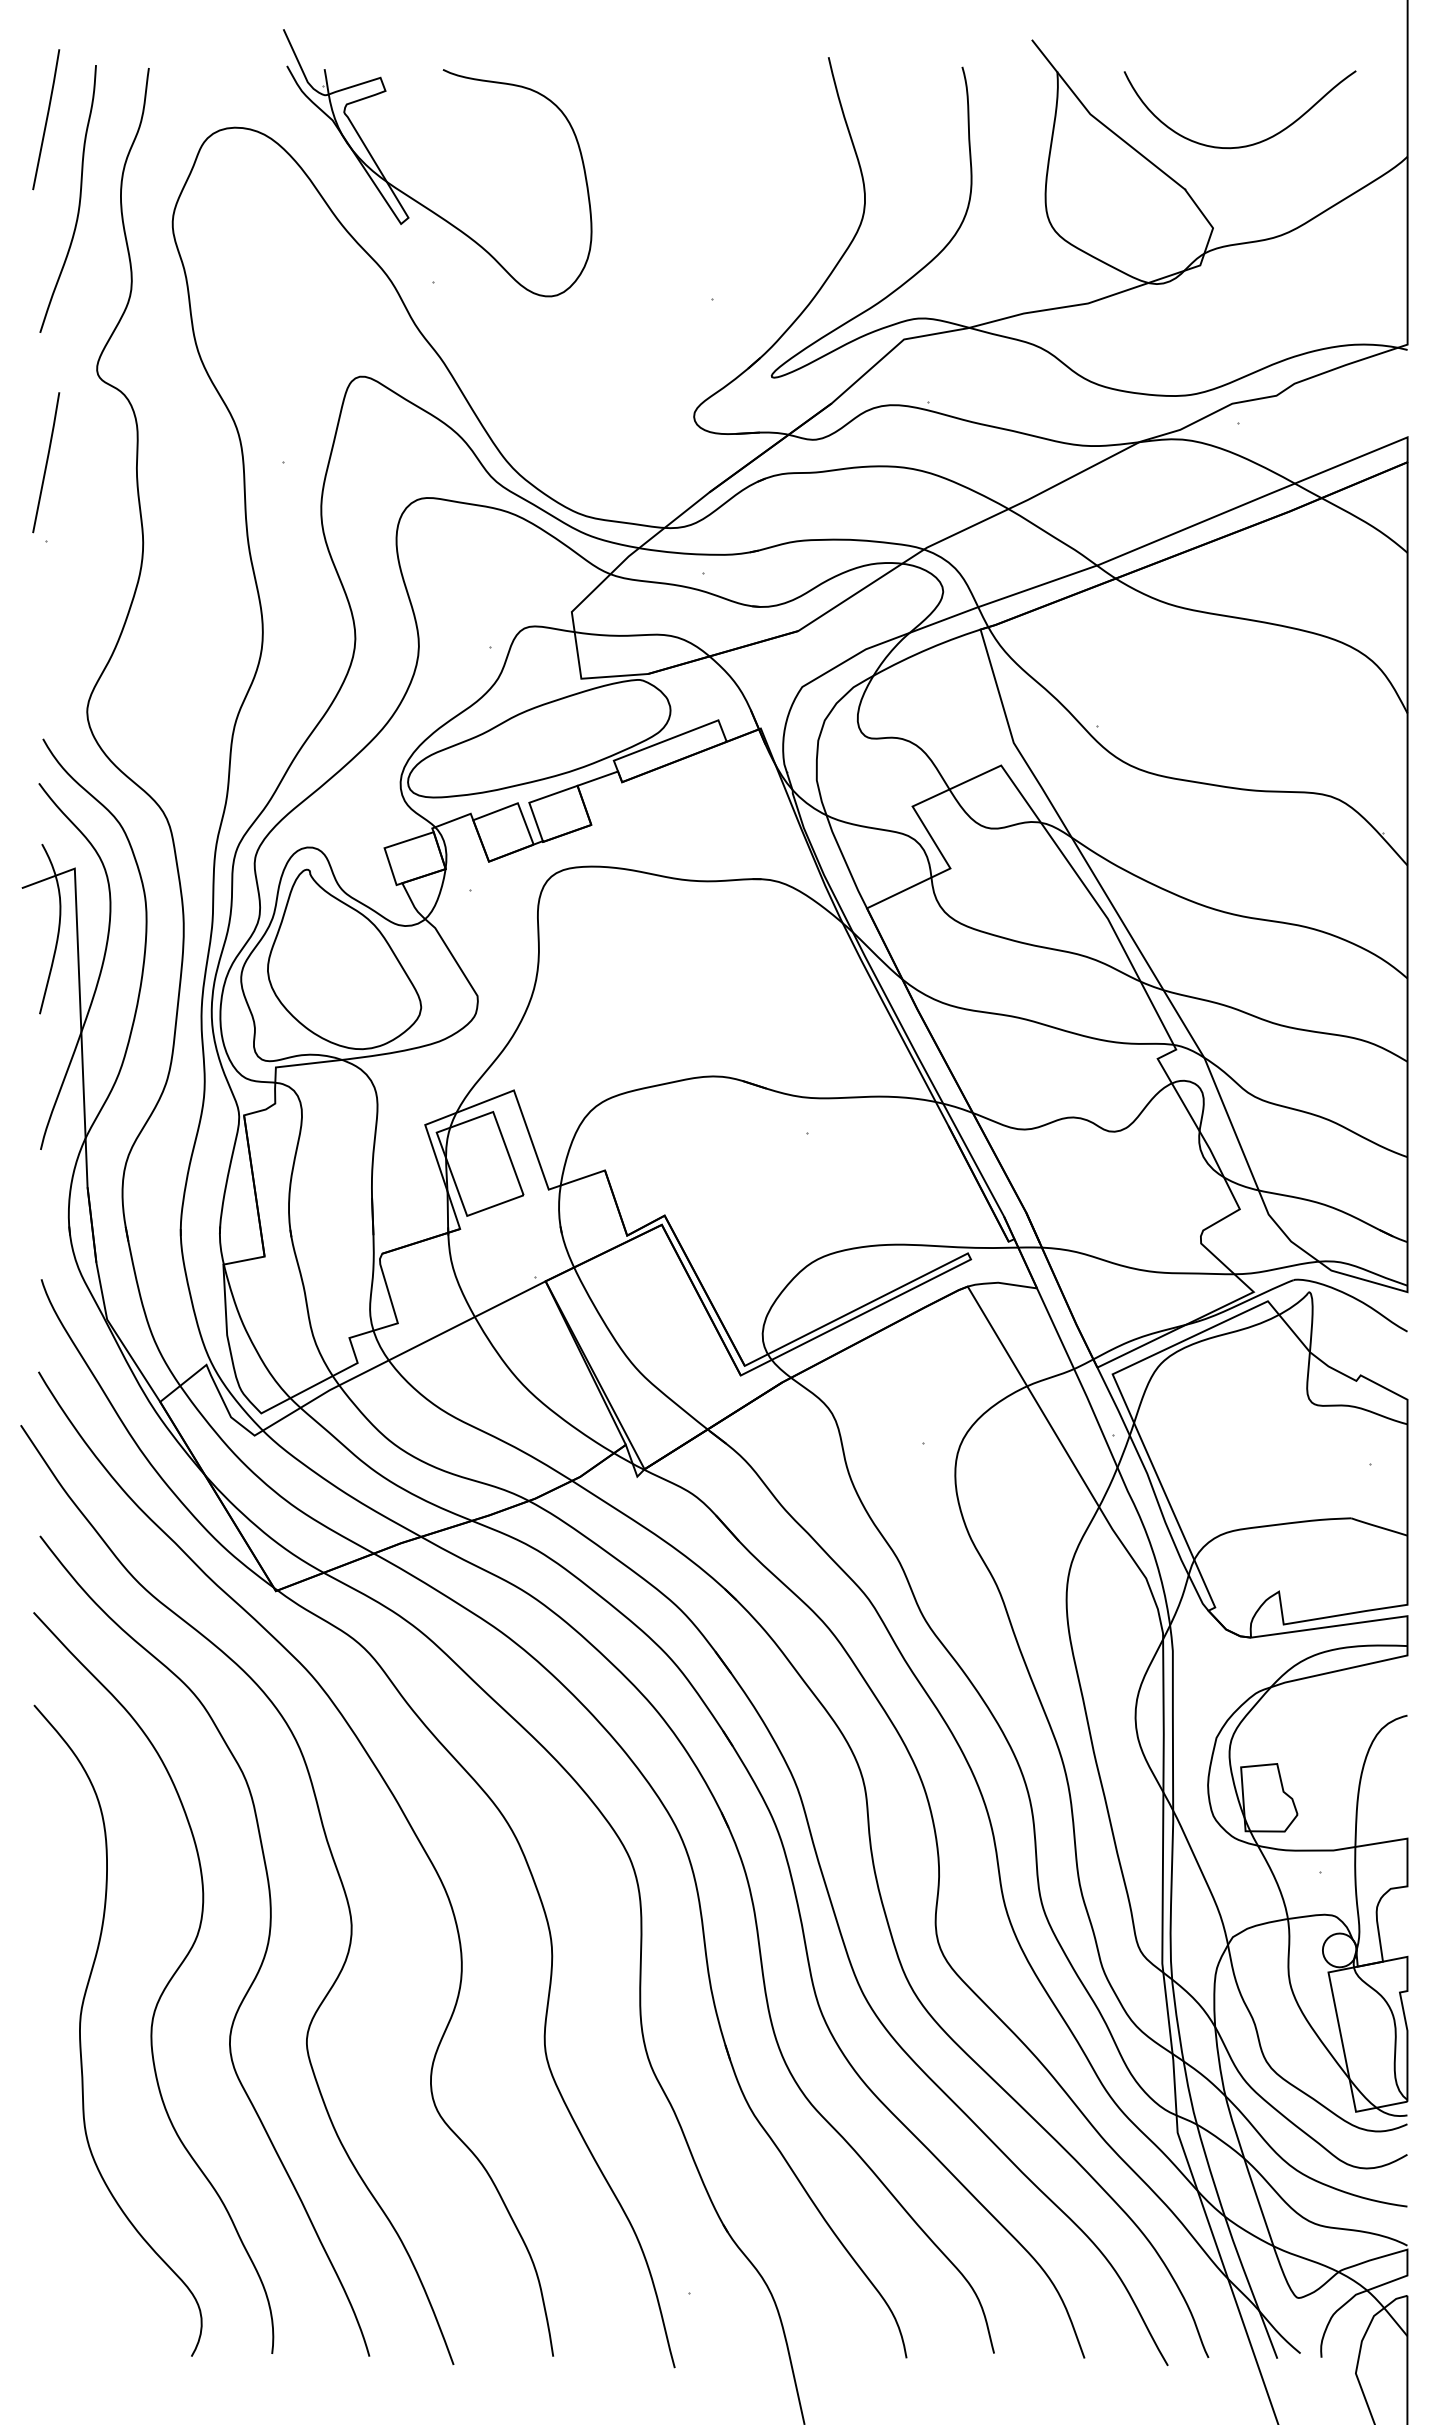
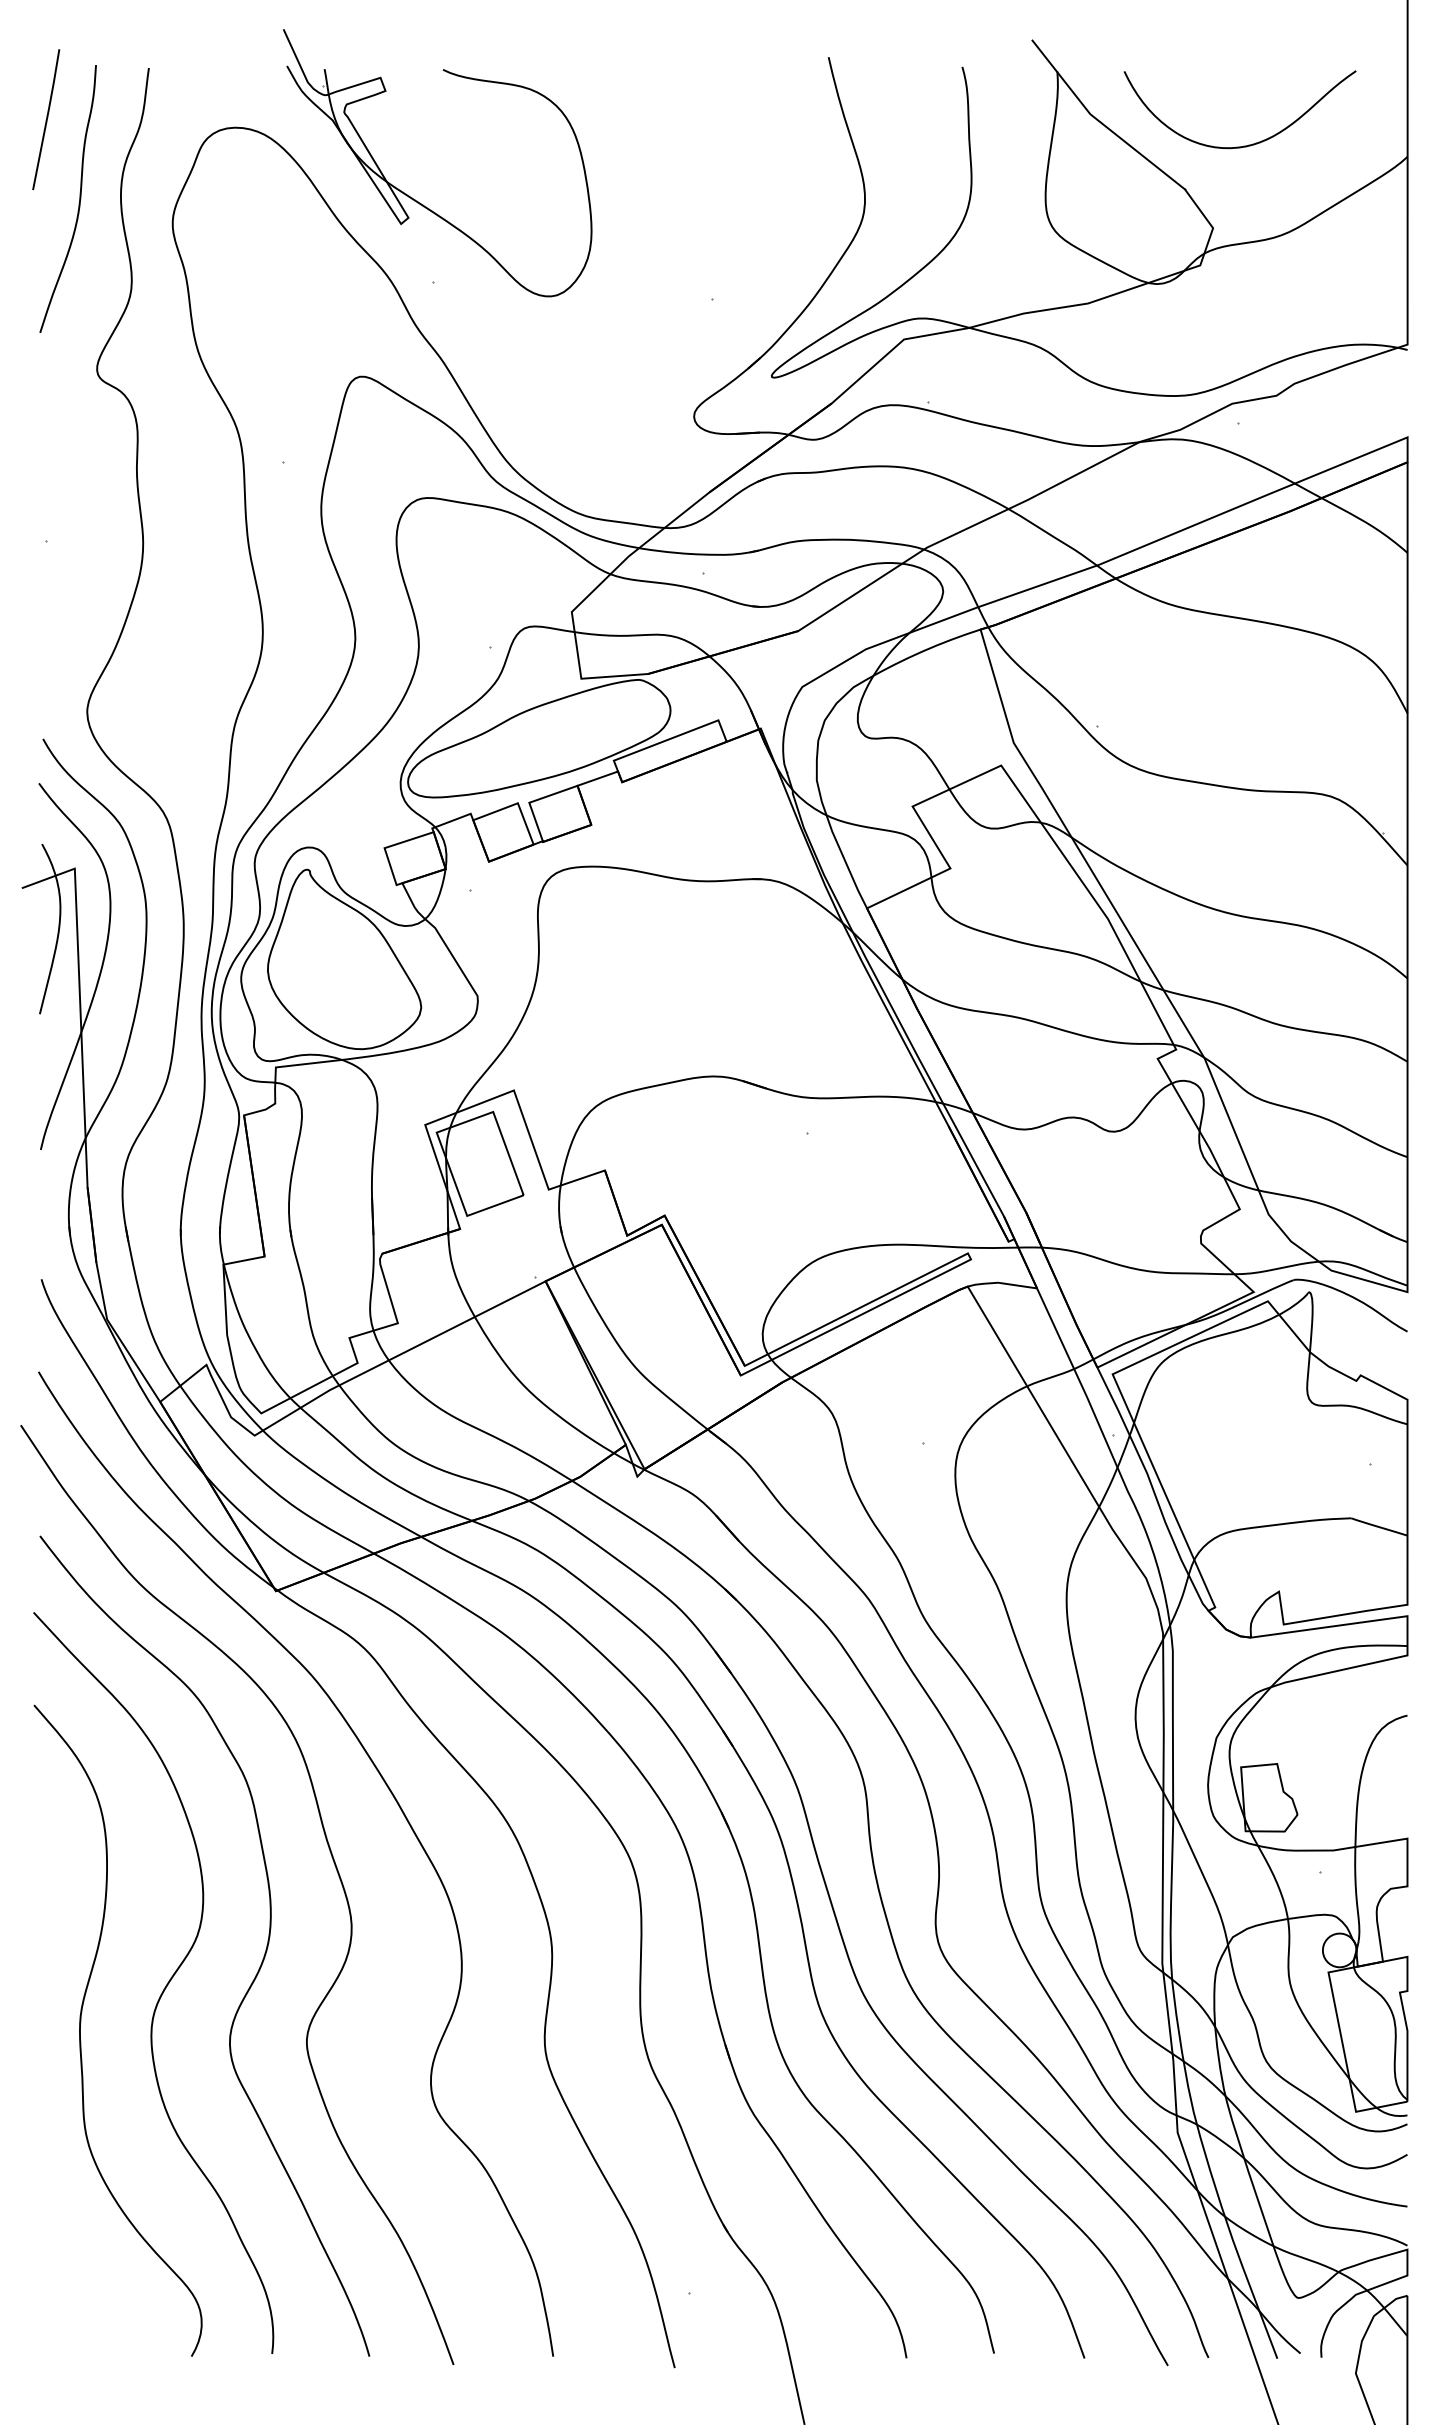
line at (46, 462): present -> none
